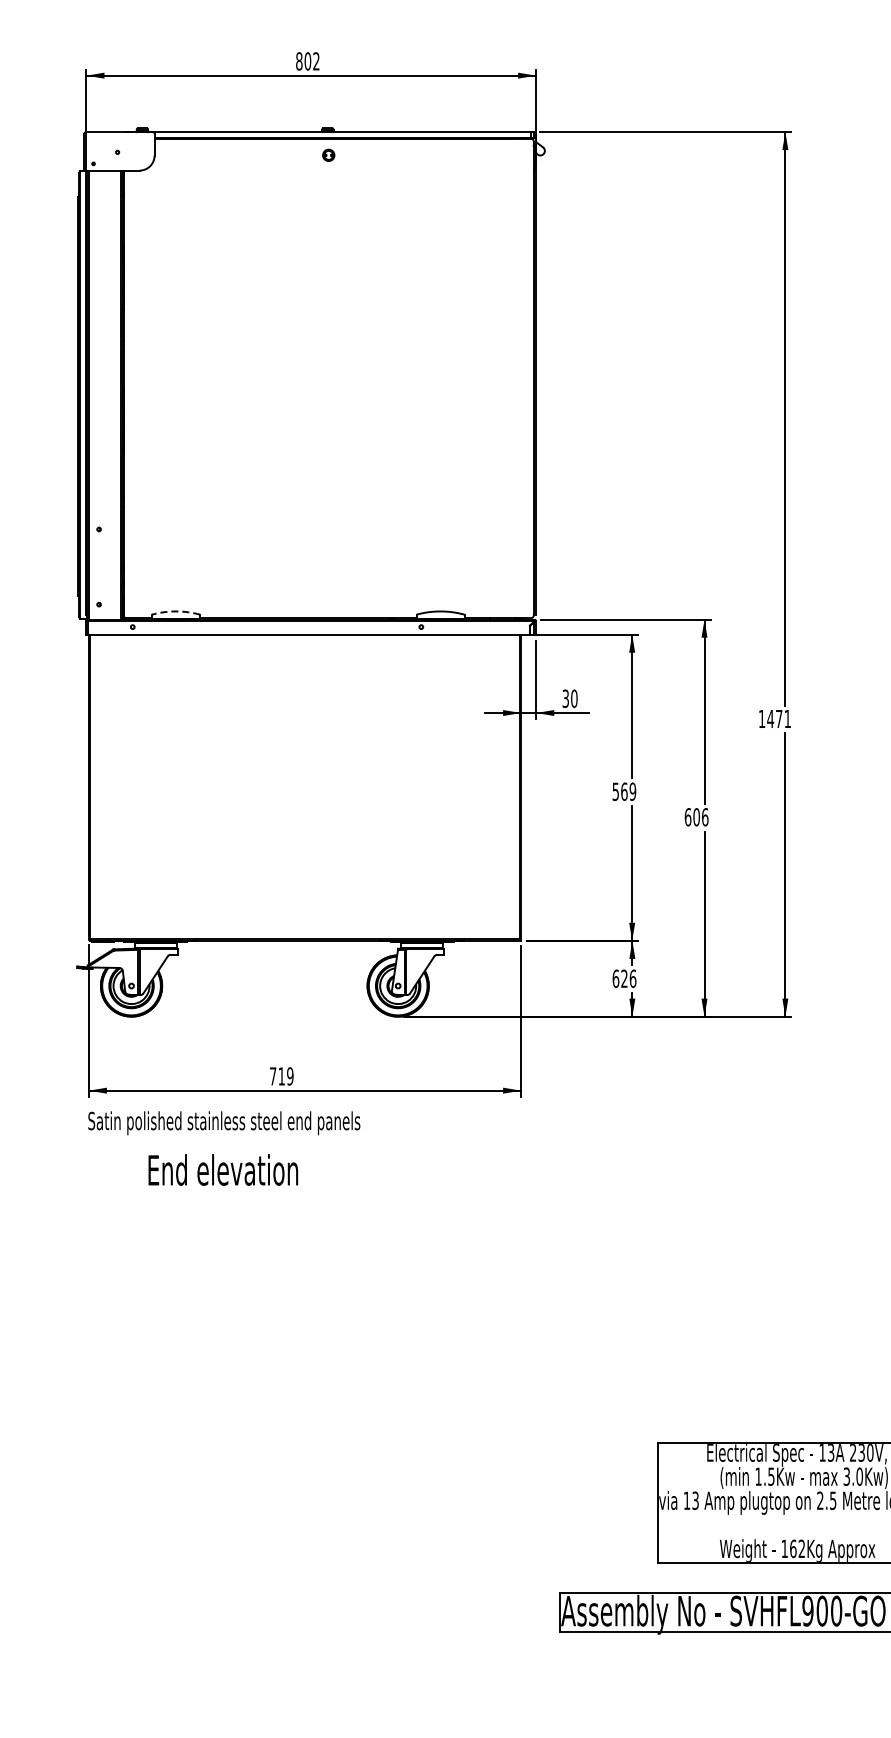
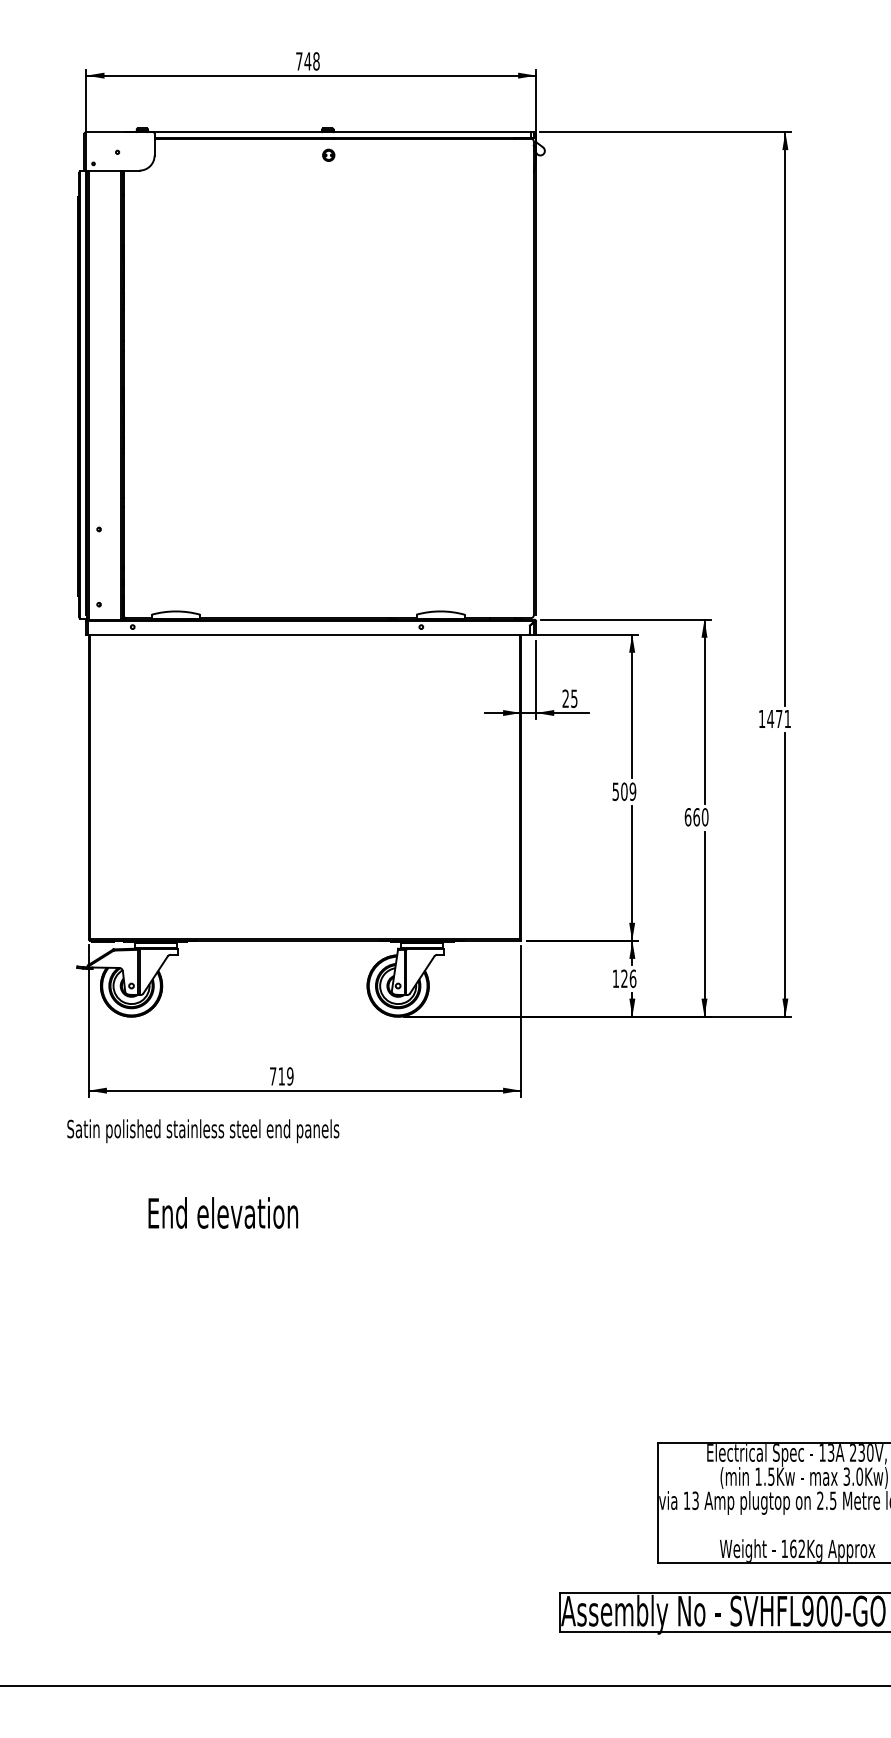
text at (307, 61): 802 -> 748
arc at (176, 611): dashed -> solid
text at (569, 698): 30 -> 25
text at (624, 791): 569 -> 509
text at (700, 817): 606 -> 660
text at (615, 978): 626 -> 126
text at (224, 1123) position: (224, 1123) -> (203, 1131)
text at (223, 1169) position: (223, 1169) -> (223, 1212)
line at (444, 1685): none -> present
